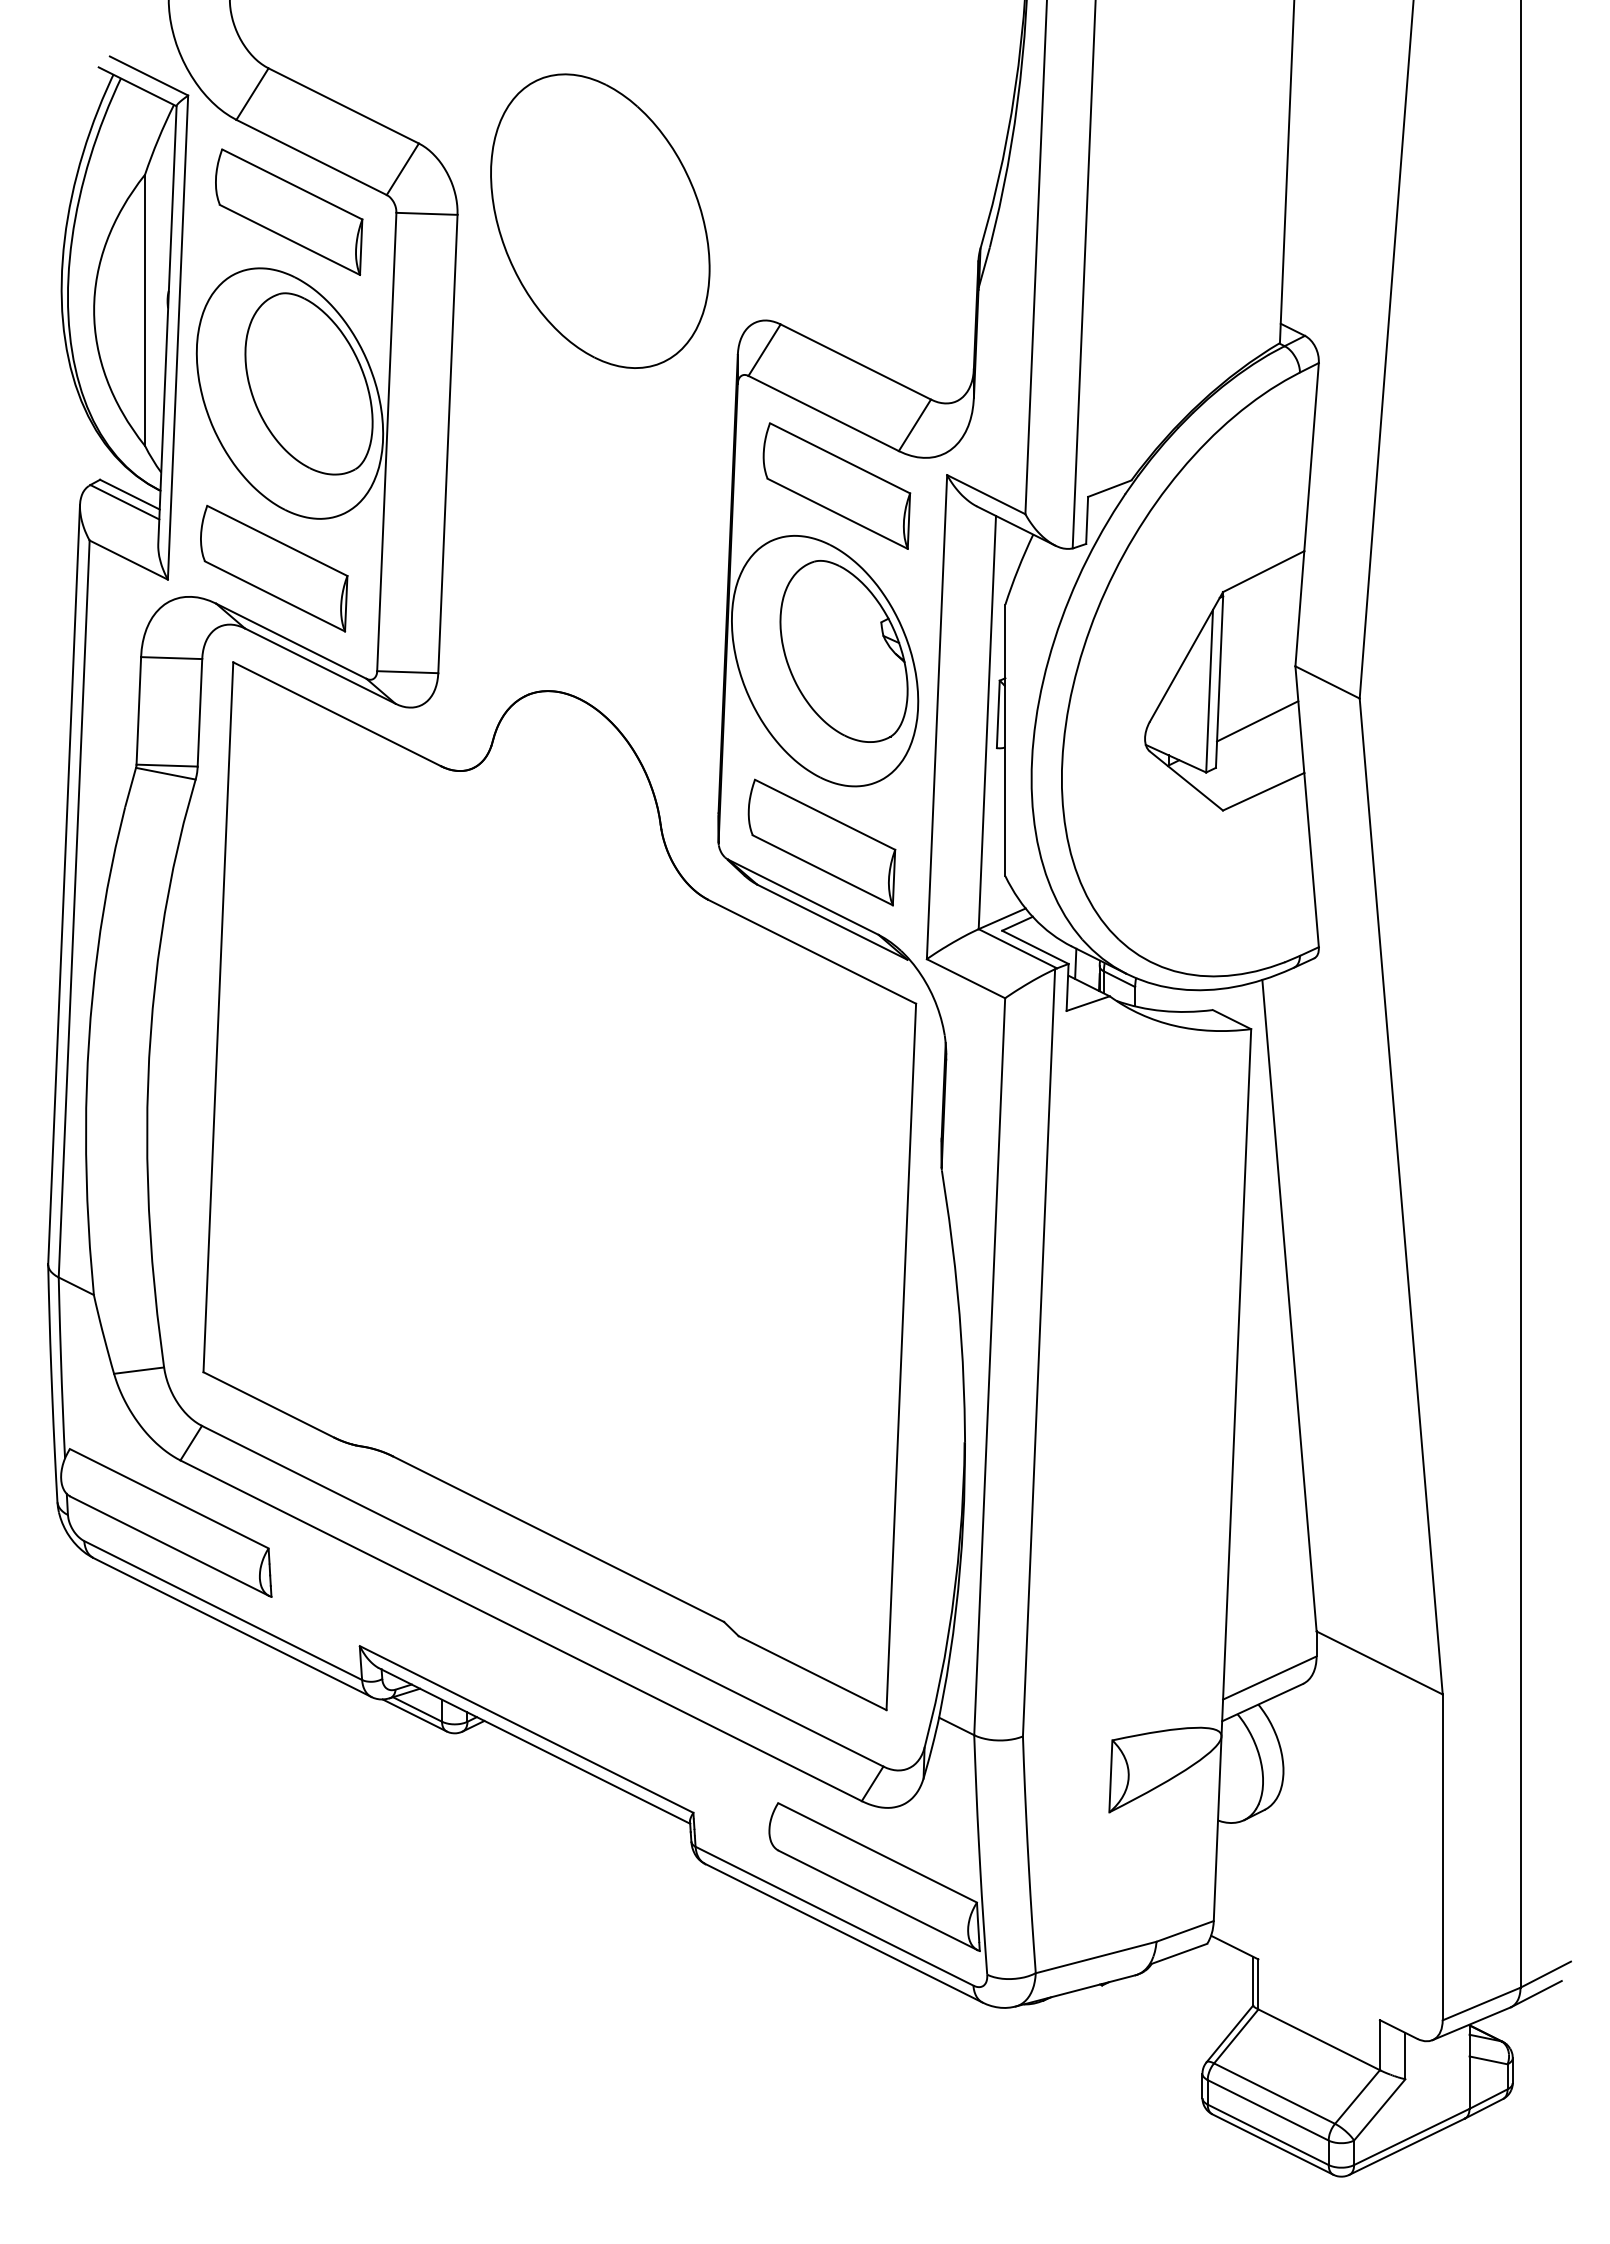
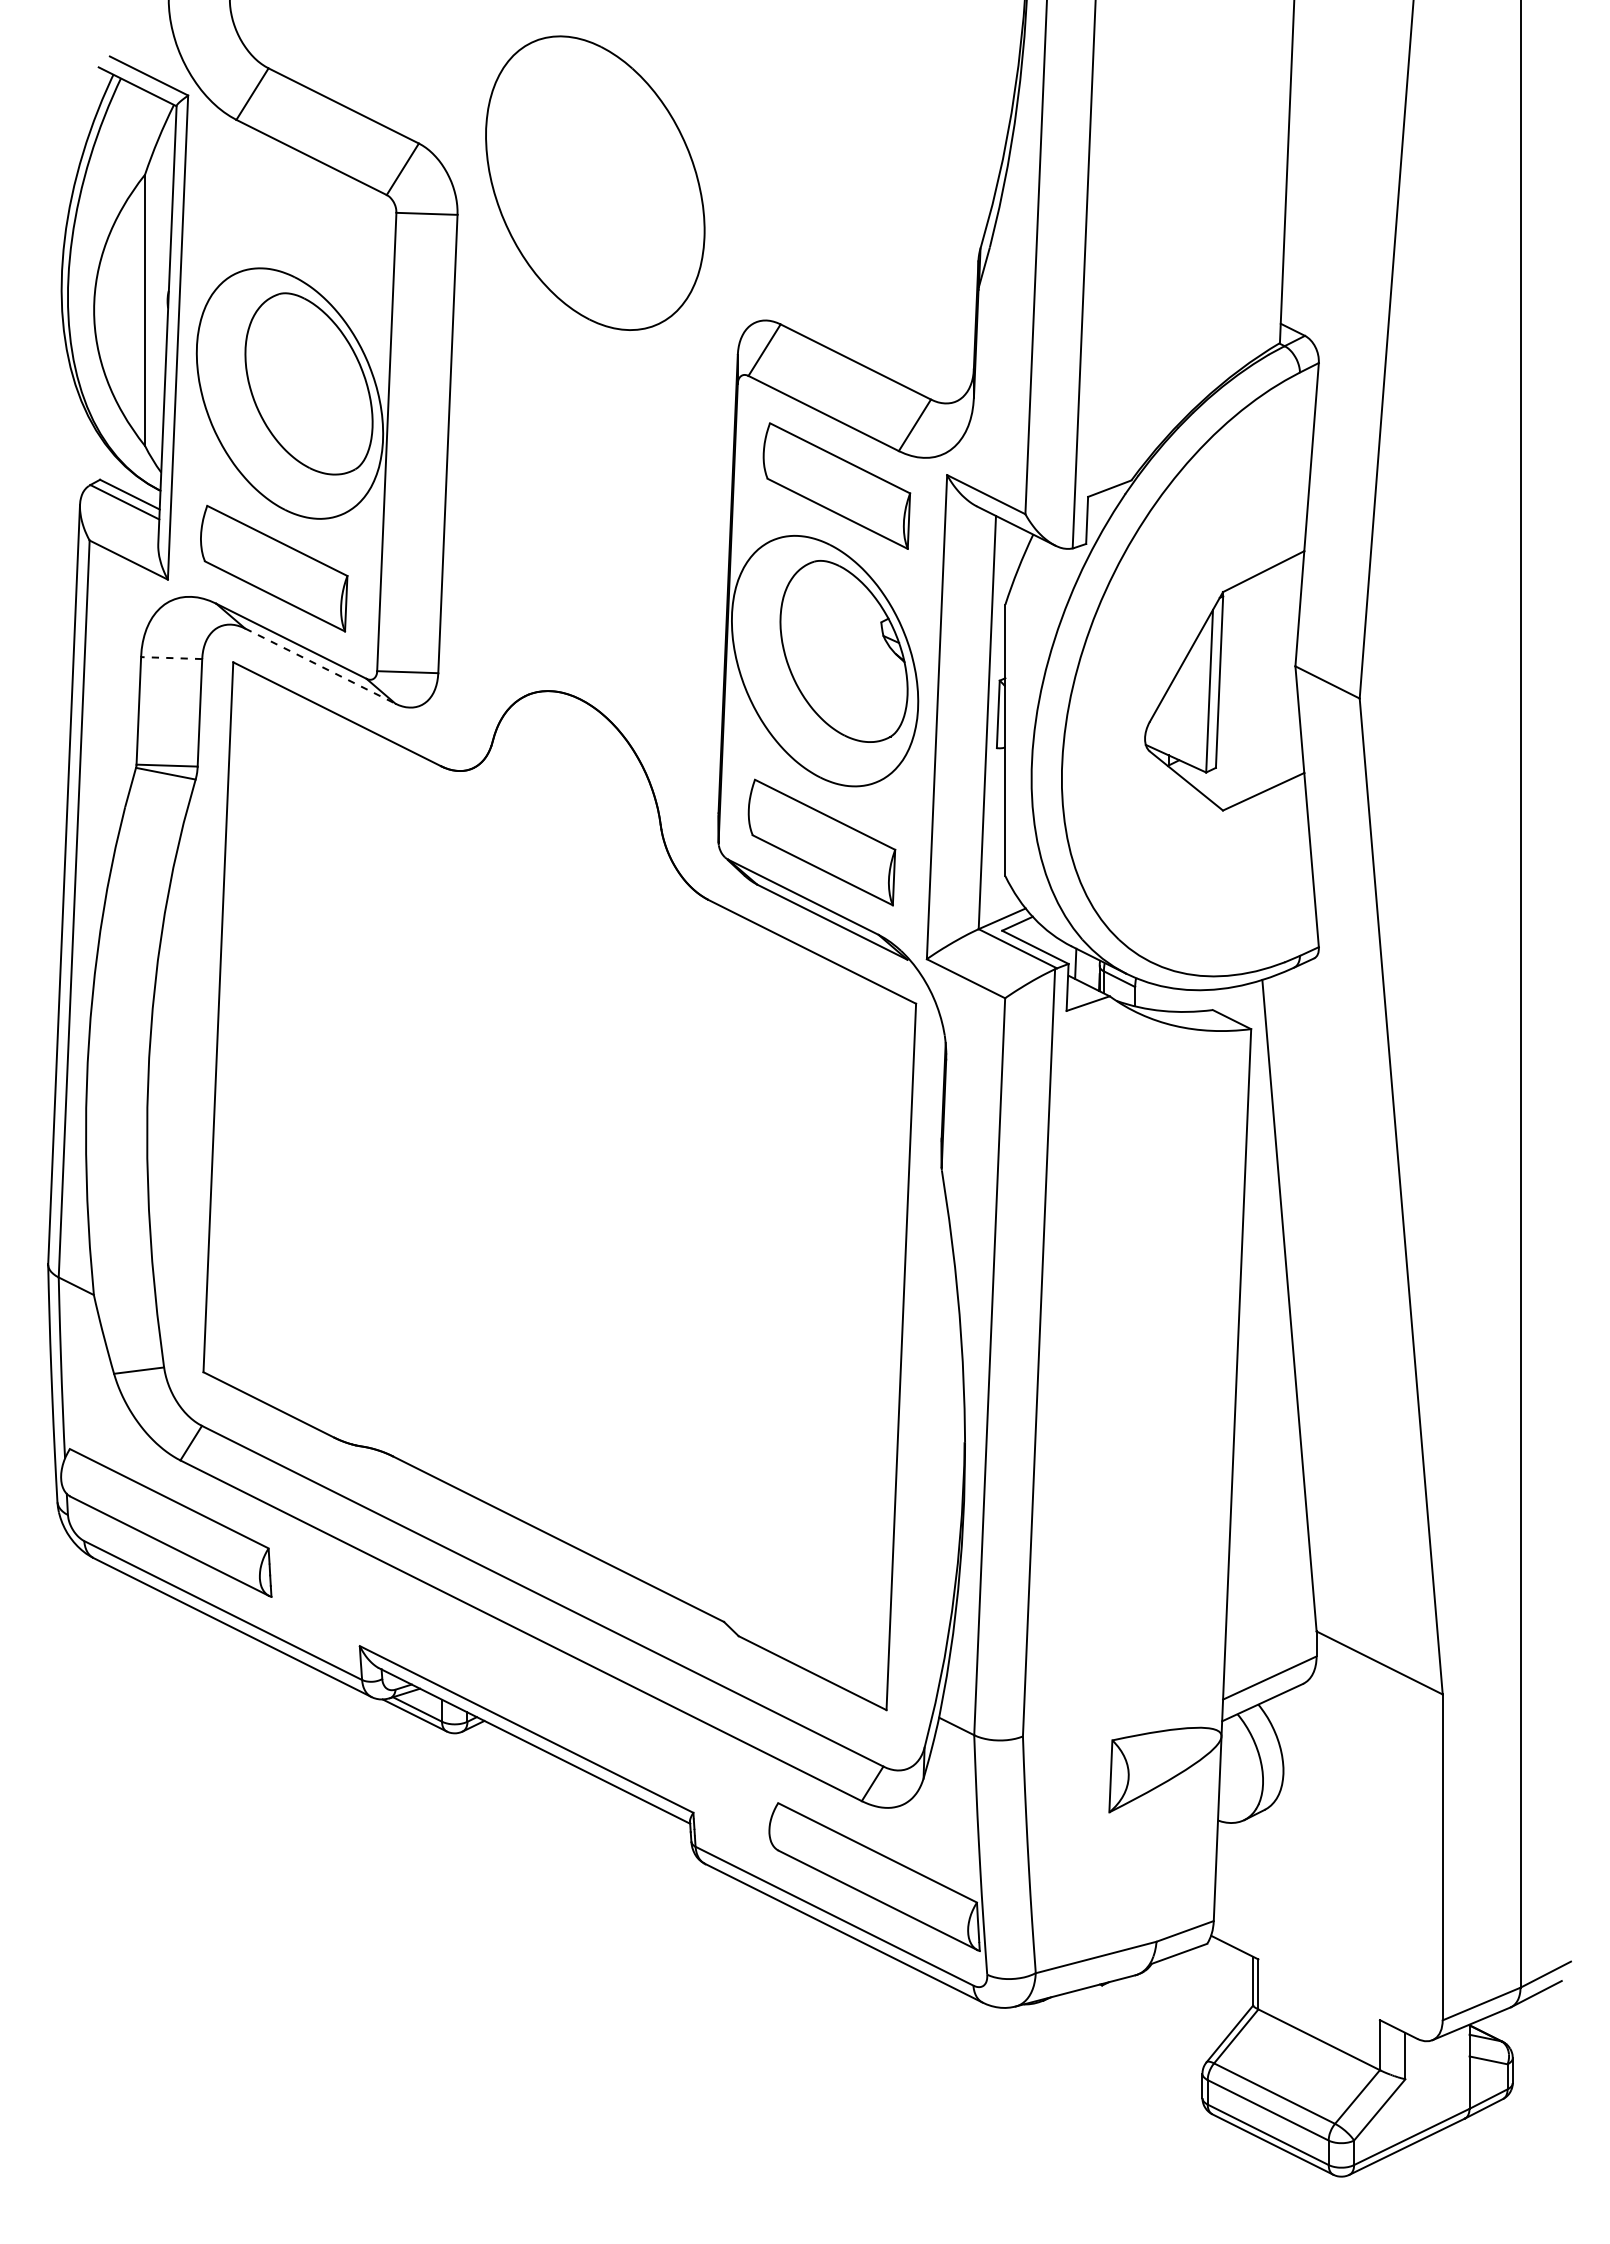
part at (289, 211): present -> none
part at (600, 220) position: (600, 220) -> (595, 182)
line at (171, 658): solid -> dashed
line at (320, 666): solid -> dashed
line at (1257, 721): present -> none
